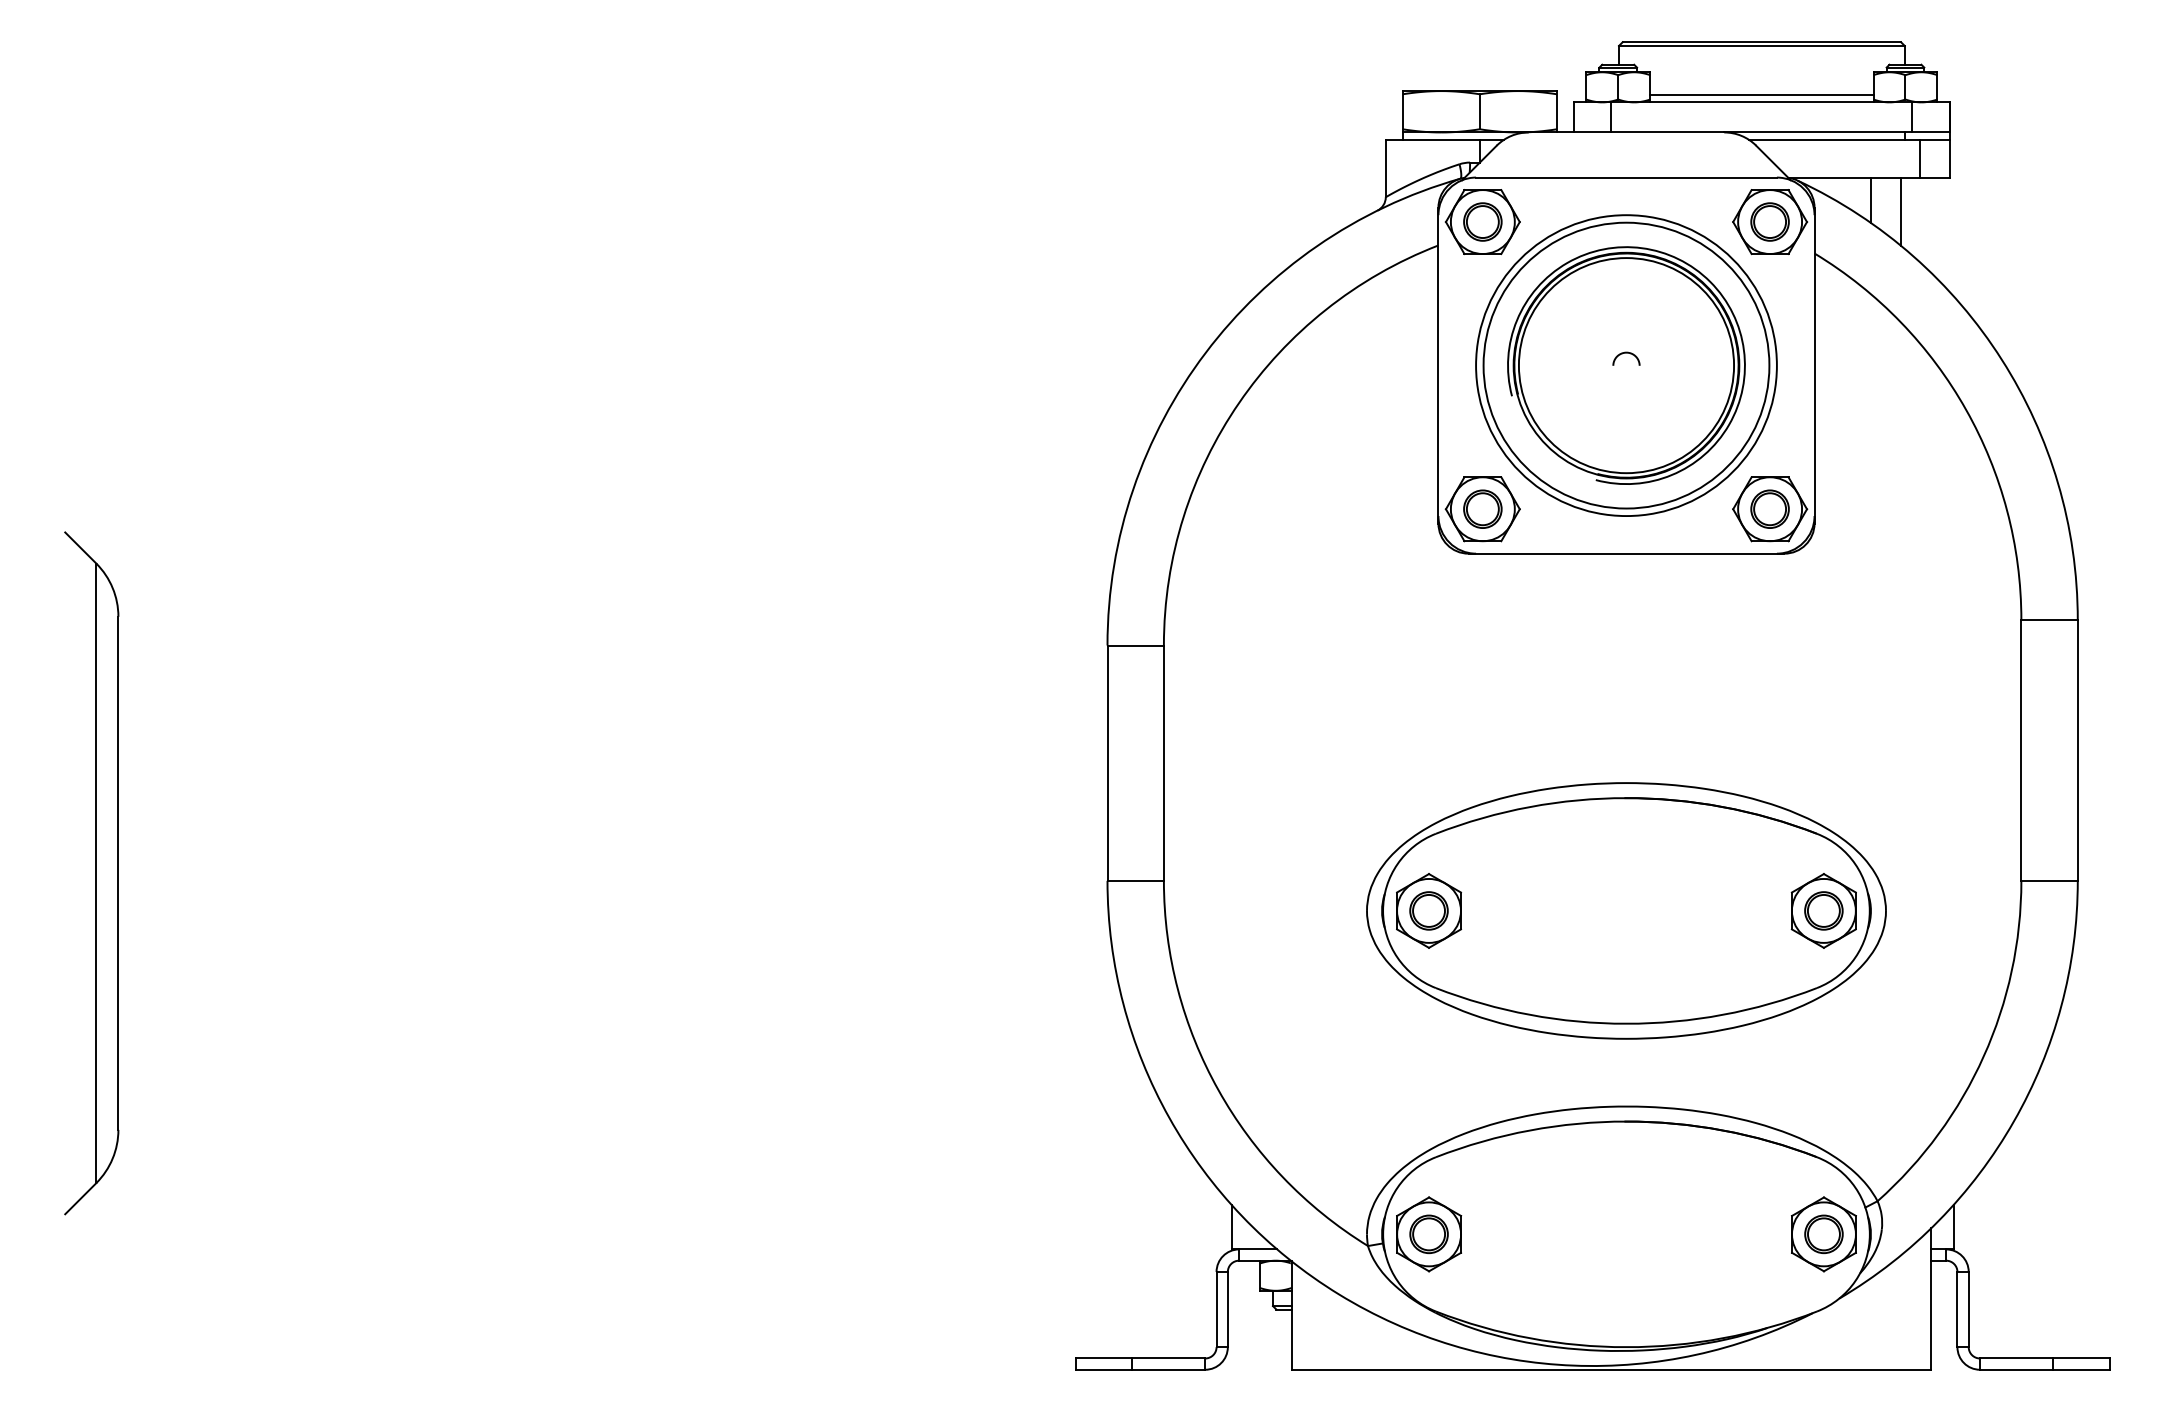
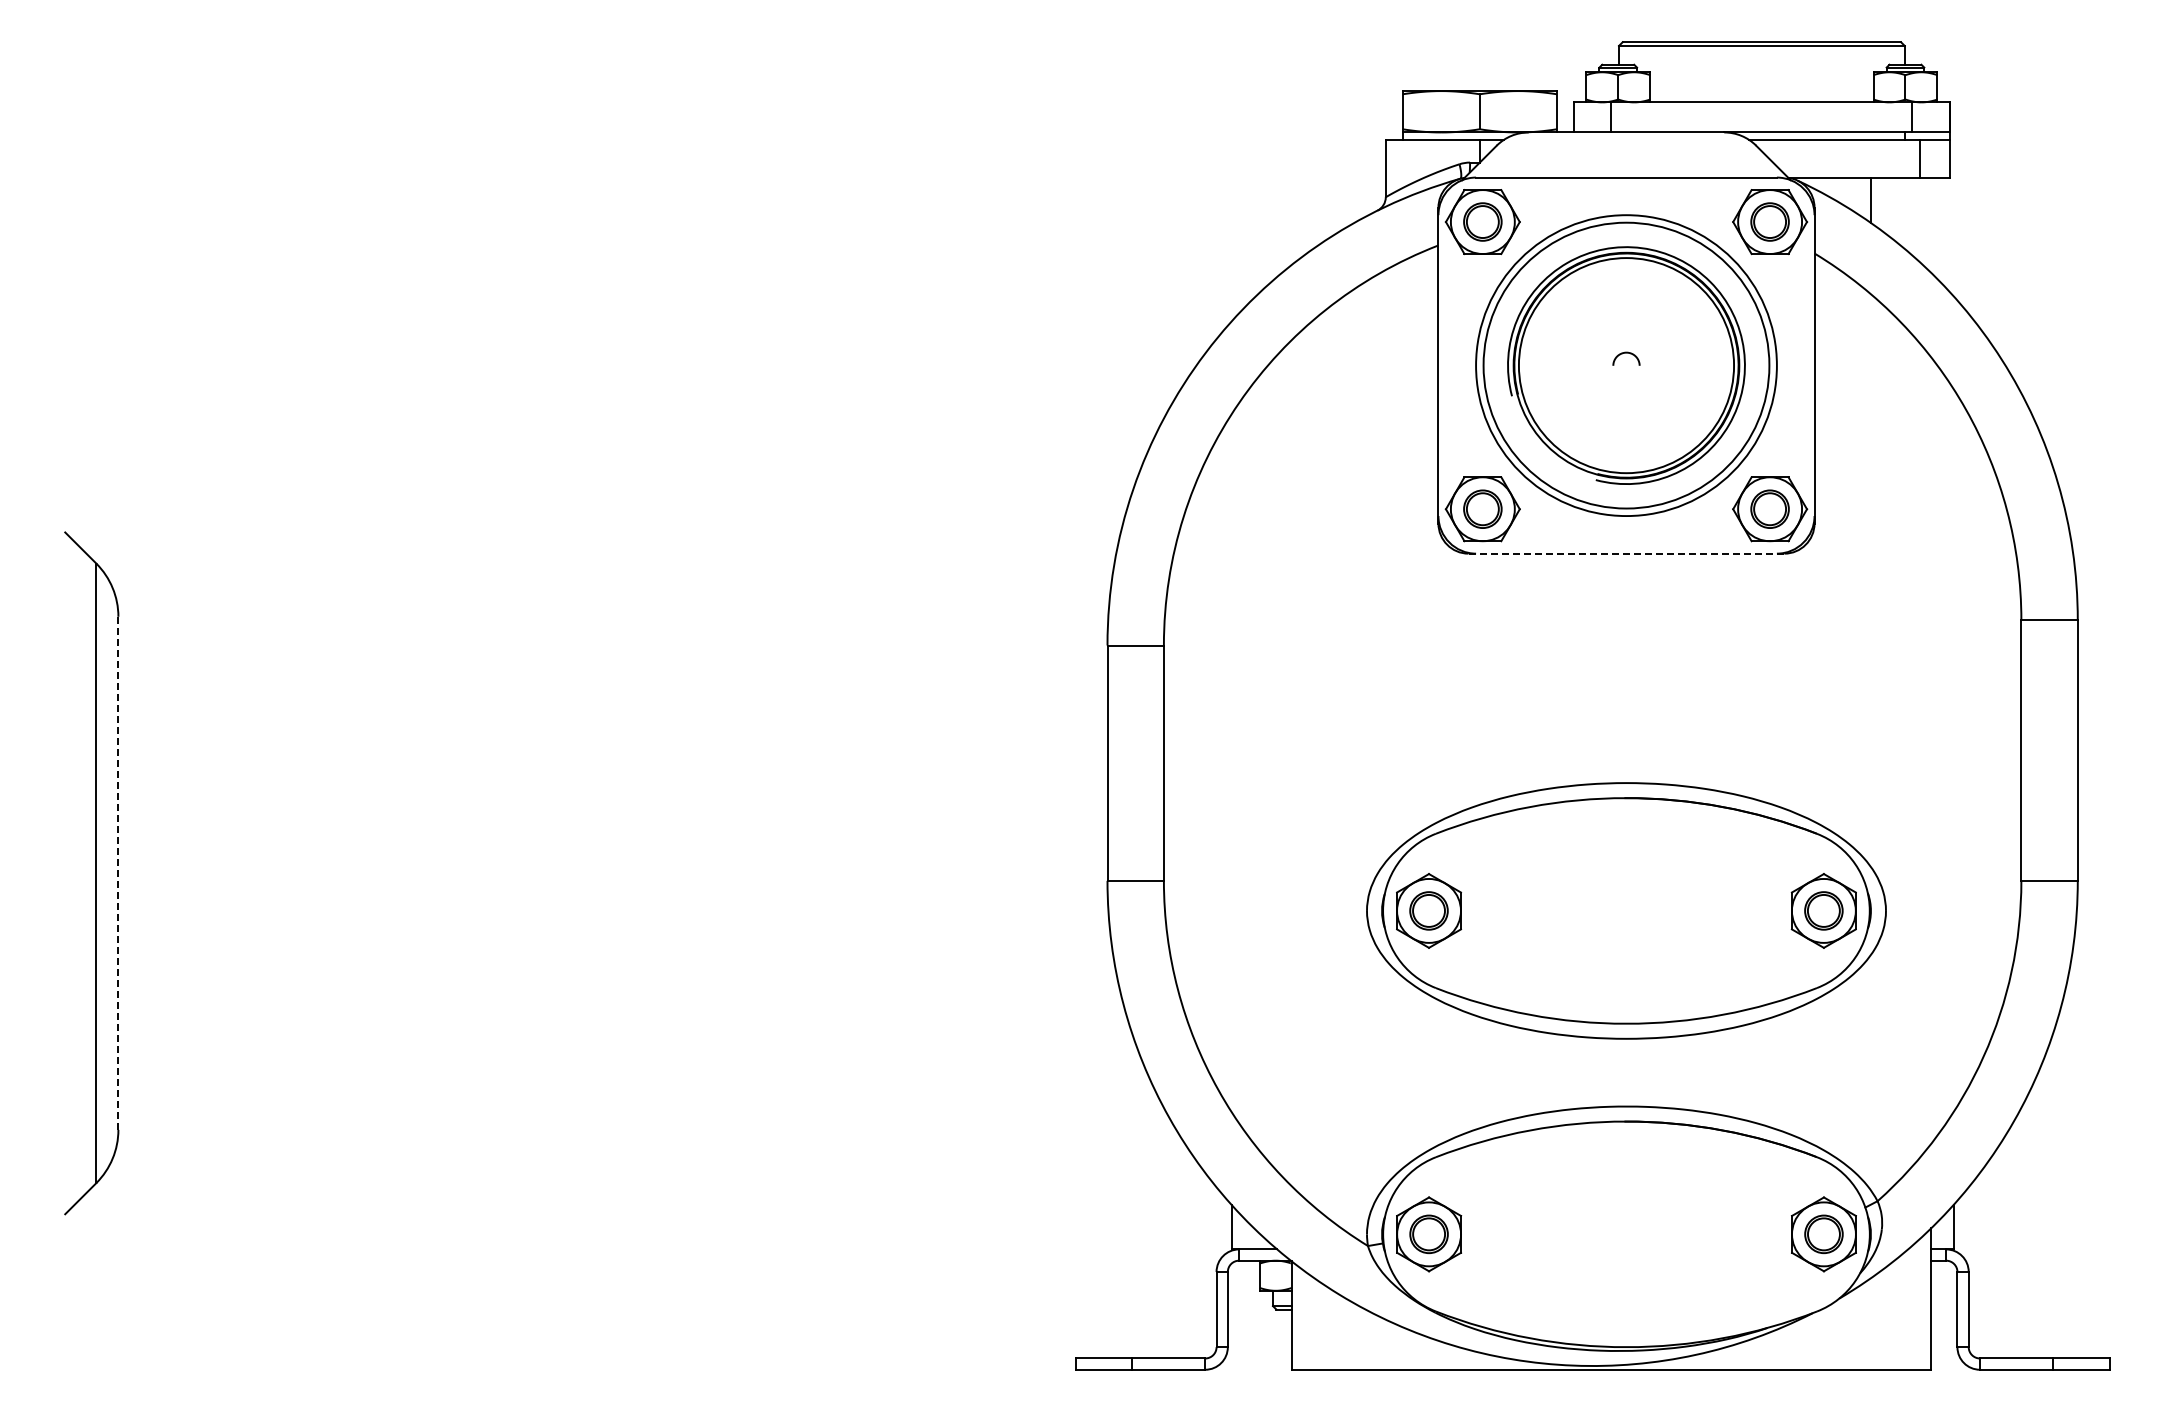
line at (1761, 94): present -> none
line at (1901, 211): present -> none
line at (1626, 553): solid -> dashed
line at (118, 873): solid -> dashed
